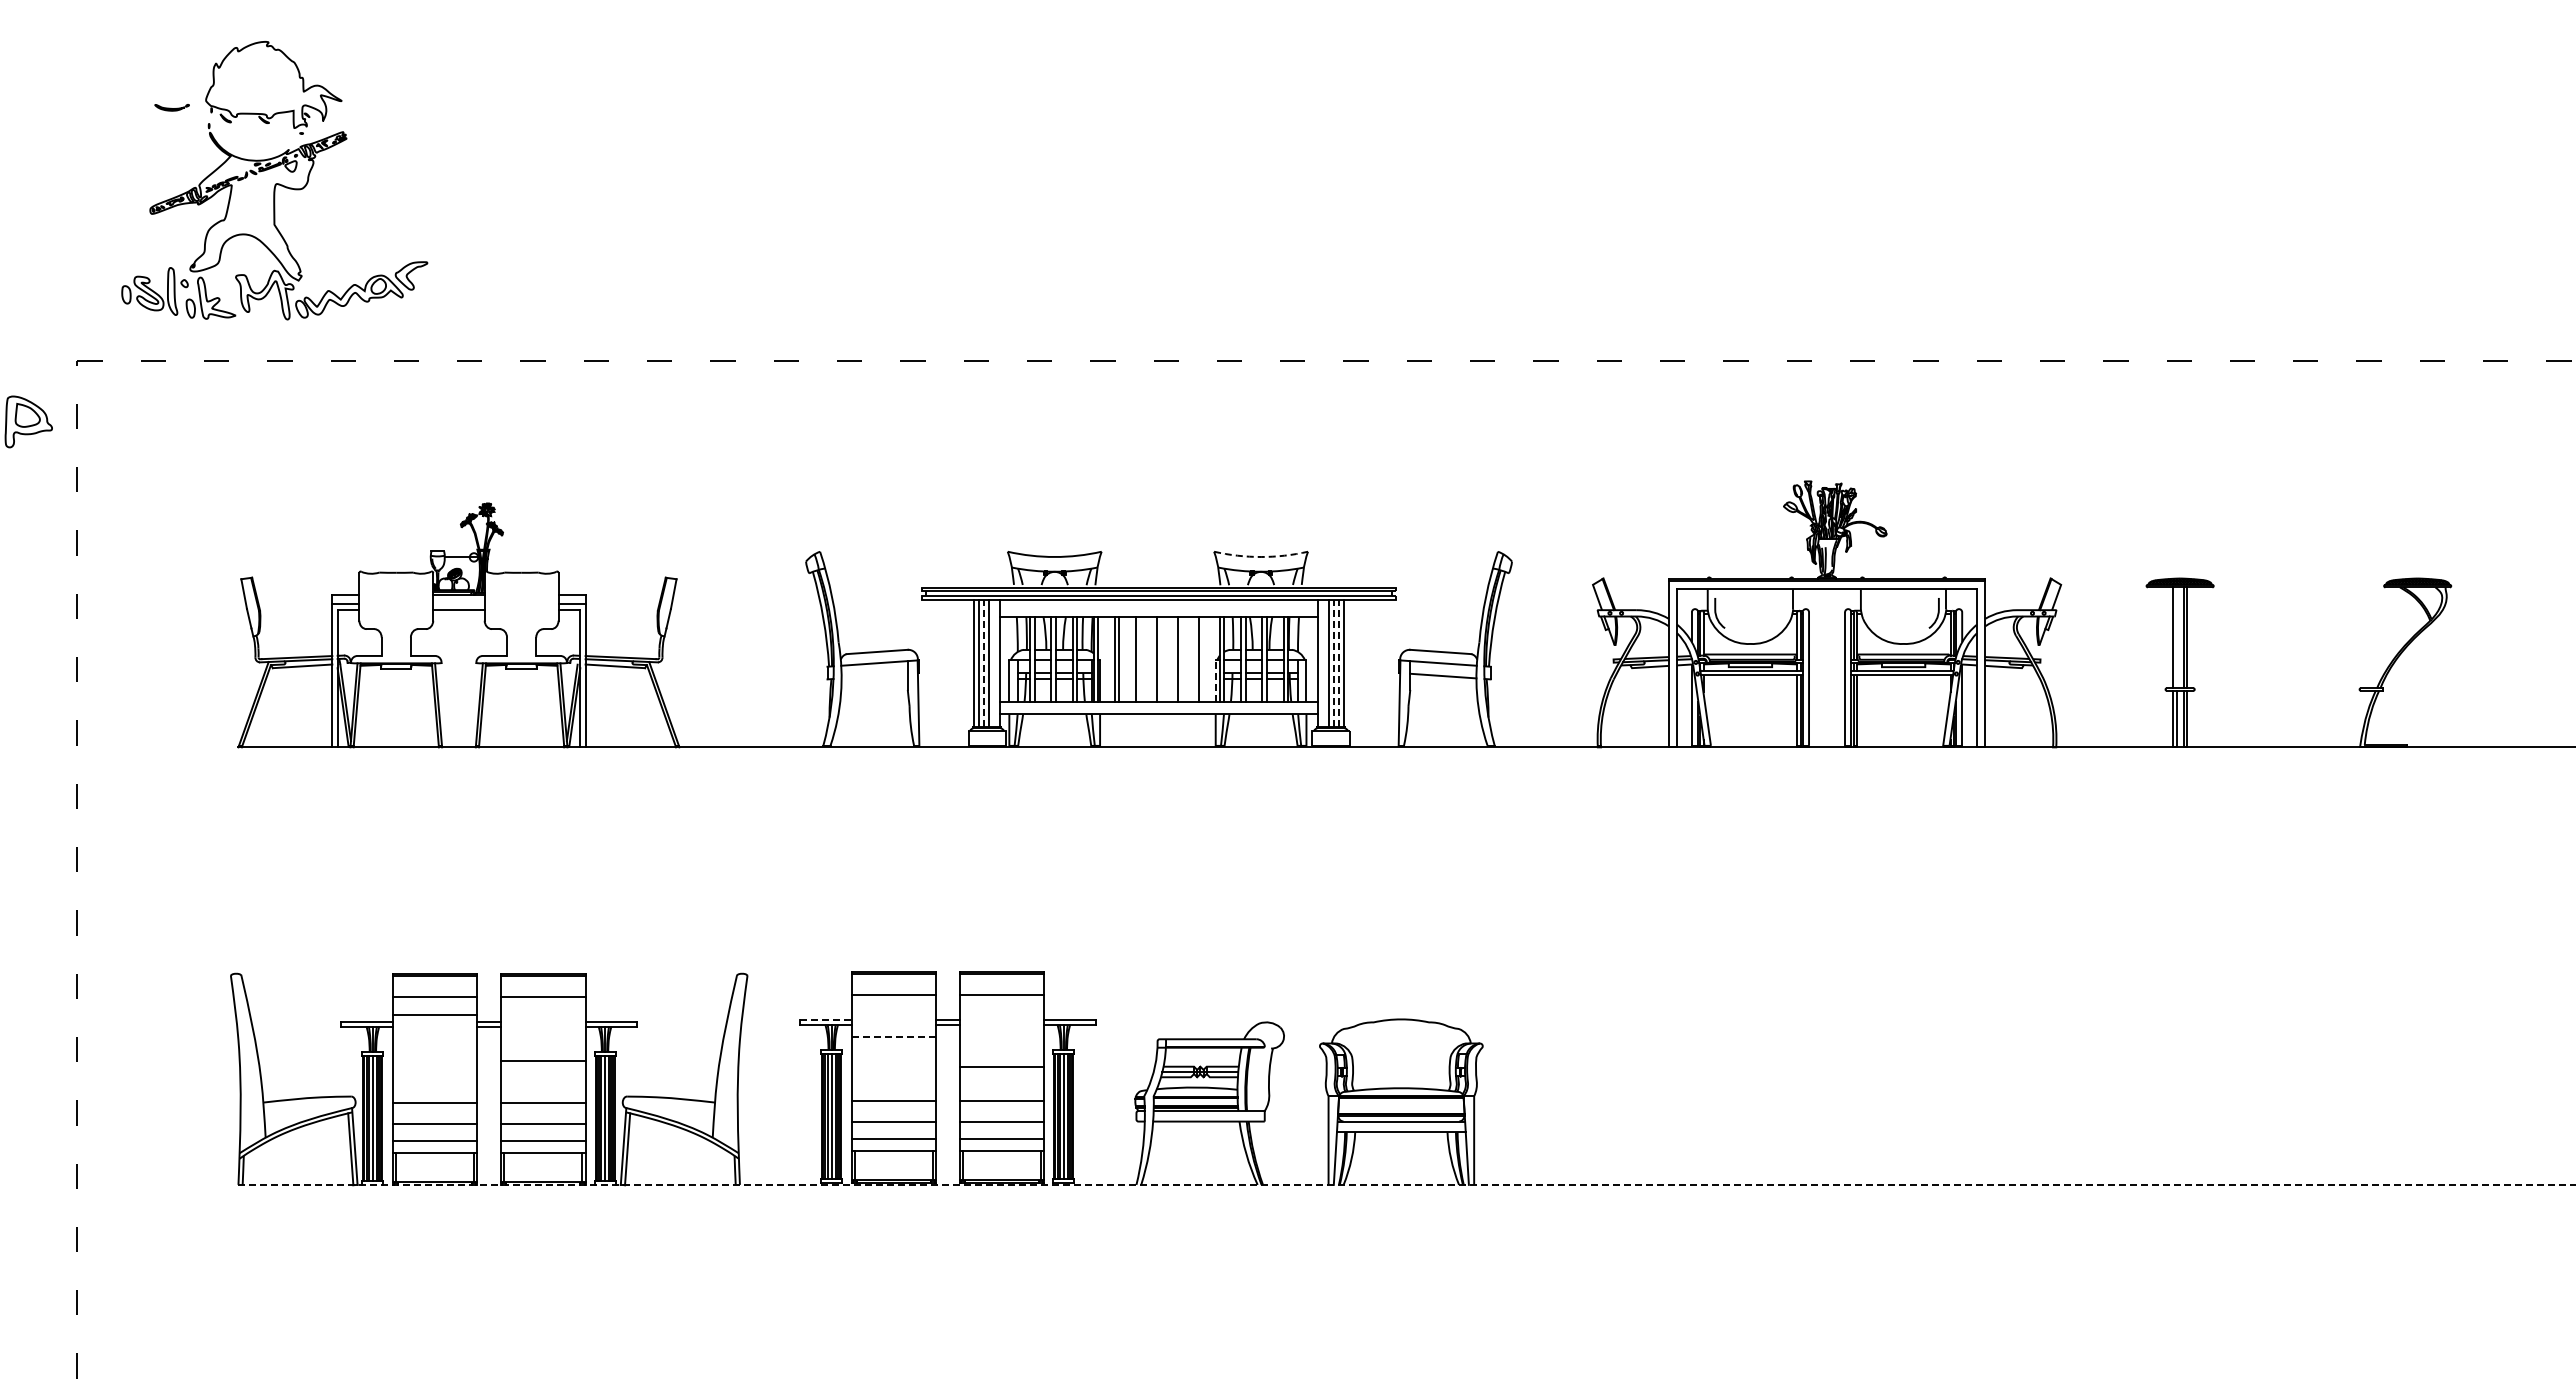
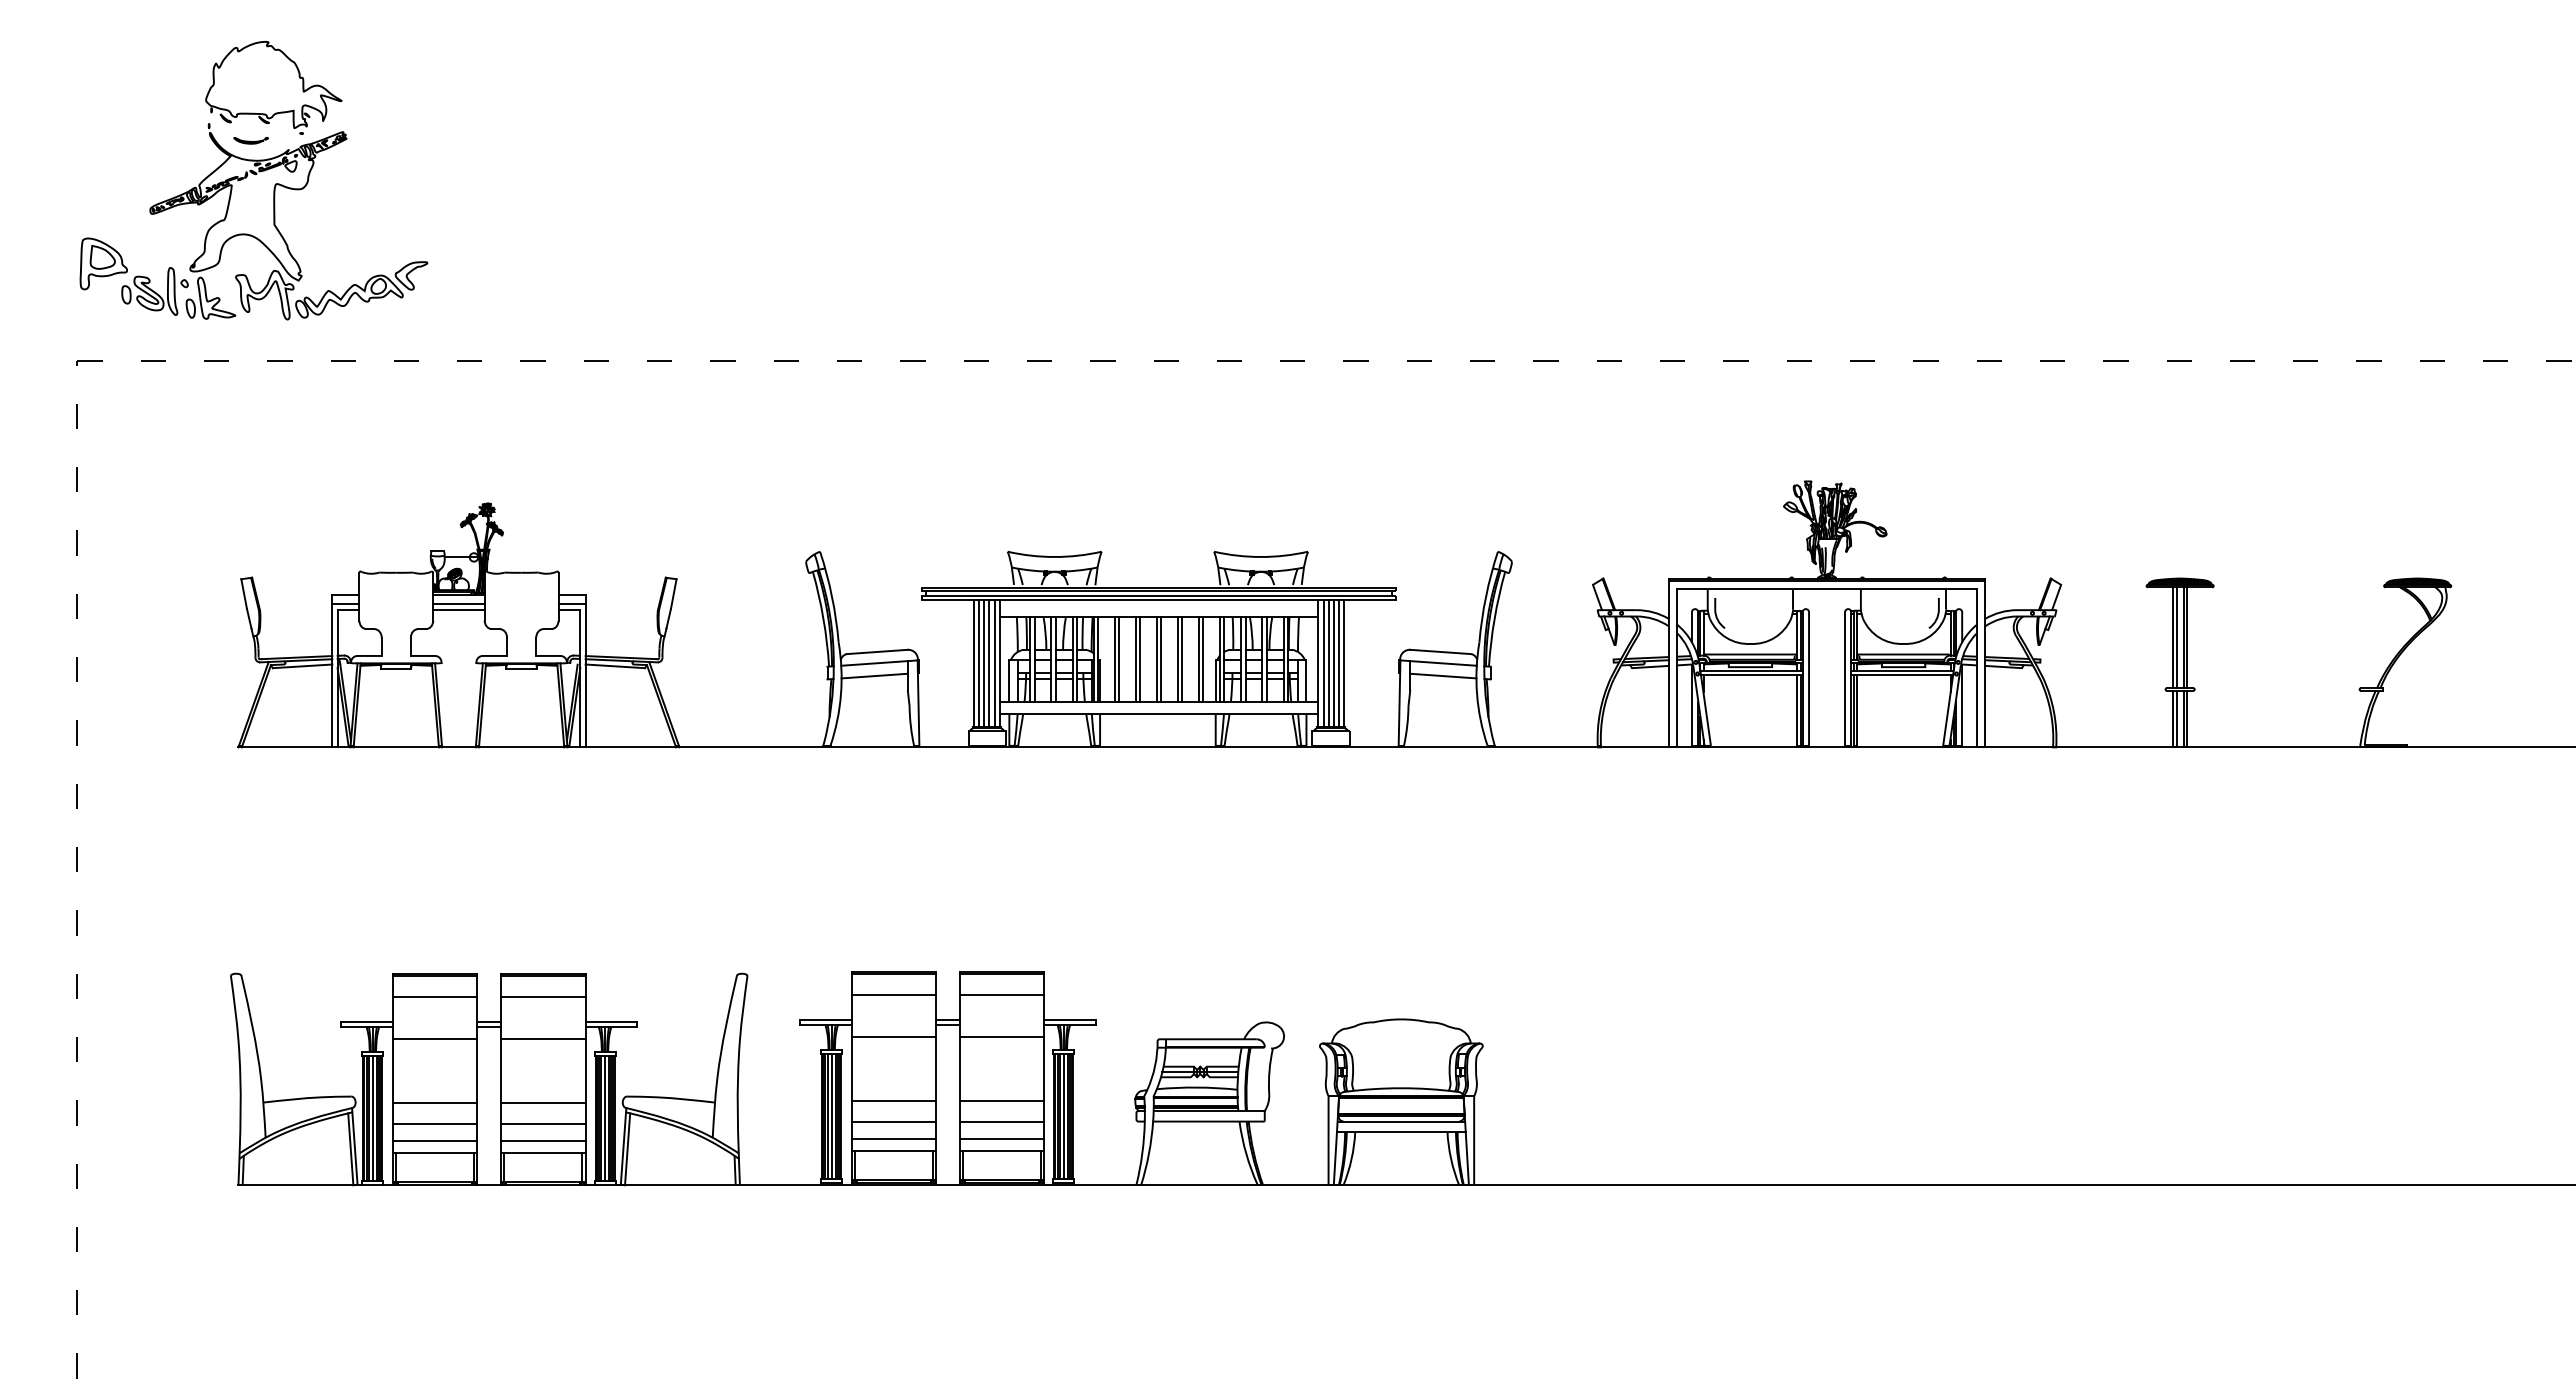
part at (171, 107) position: (171, 107) -> (250, 140)
part at (28, 421) position: (28, 421) -> (103, 263)
arc at (1261, 557): dashed -> solid
line at (458, 604): none -> present
line at (2176, 637): none -> present
line at (1140, 659): none -> present
line at (1161, 659): none -> present
line at (1182, 659): none -> present
line at (1203, 659): none -> present
line at (984, 663): dashed -> solid
line at (994, 663): none -> present
line at (1323, 663): none -> present
line at (1333, 663): dashed -> solid
line at (1339, 663): dashed -> solid
line at (874, 675): none -> present
line at (1215, 680): dashed -> solid
line at (434, 1015) position: (434, 1015) -> (434, 1039)
line at (825, 1020): dashed -> solid
line at (894, 1037): dashed -> solid
line at (543, 1061) position: (543, 1061) -> (543, 1039)
line at (1002, 1067) position: (1002, 1067) -> (1002, 1037)
line at (1407, 1184): dashed -> solid
